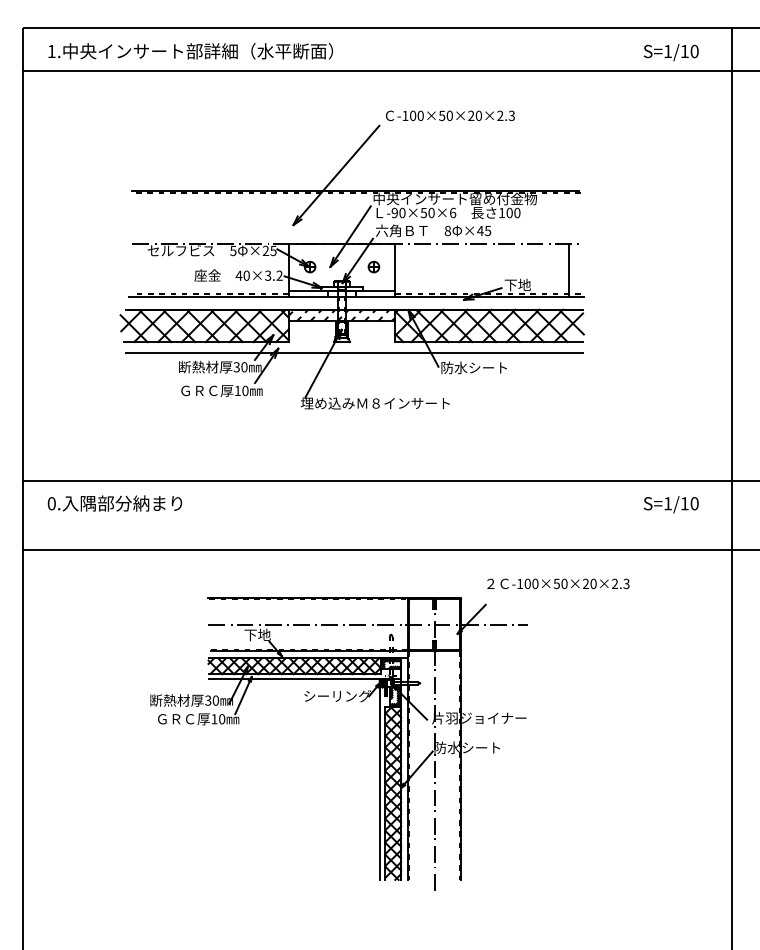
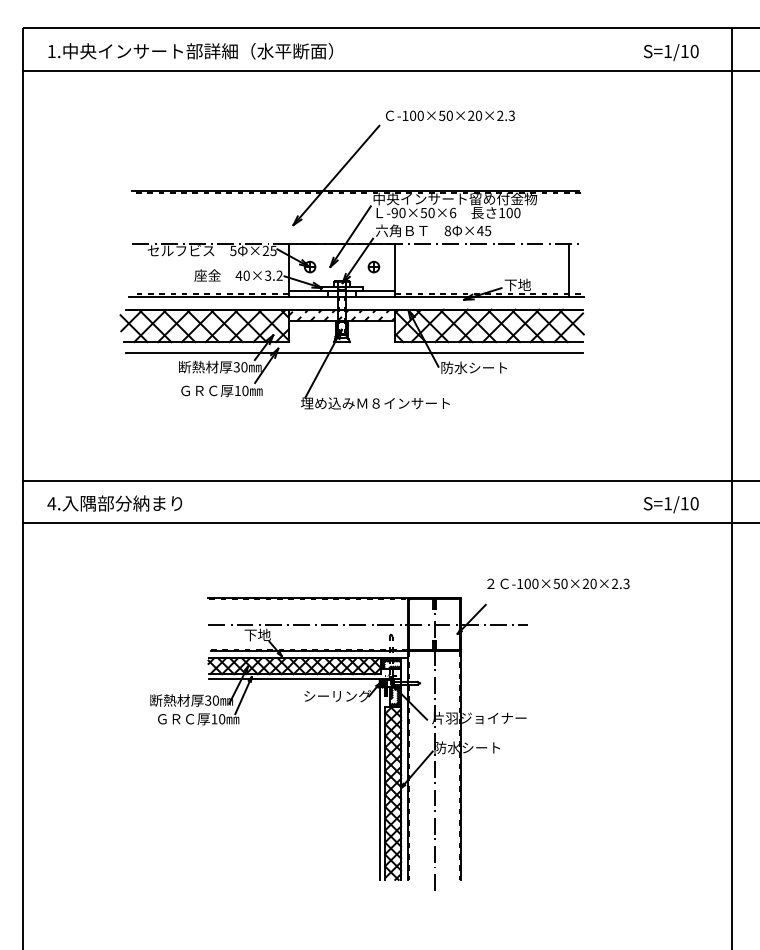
text at (51, 503): 0. -> 4.
line at (389, 550) position: (389, 550) -> (389, 523)
